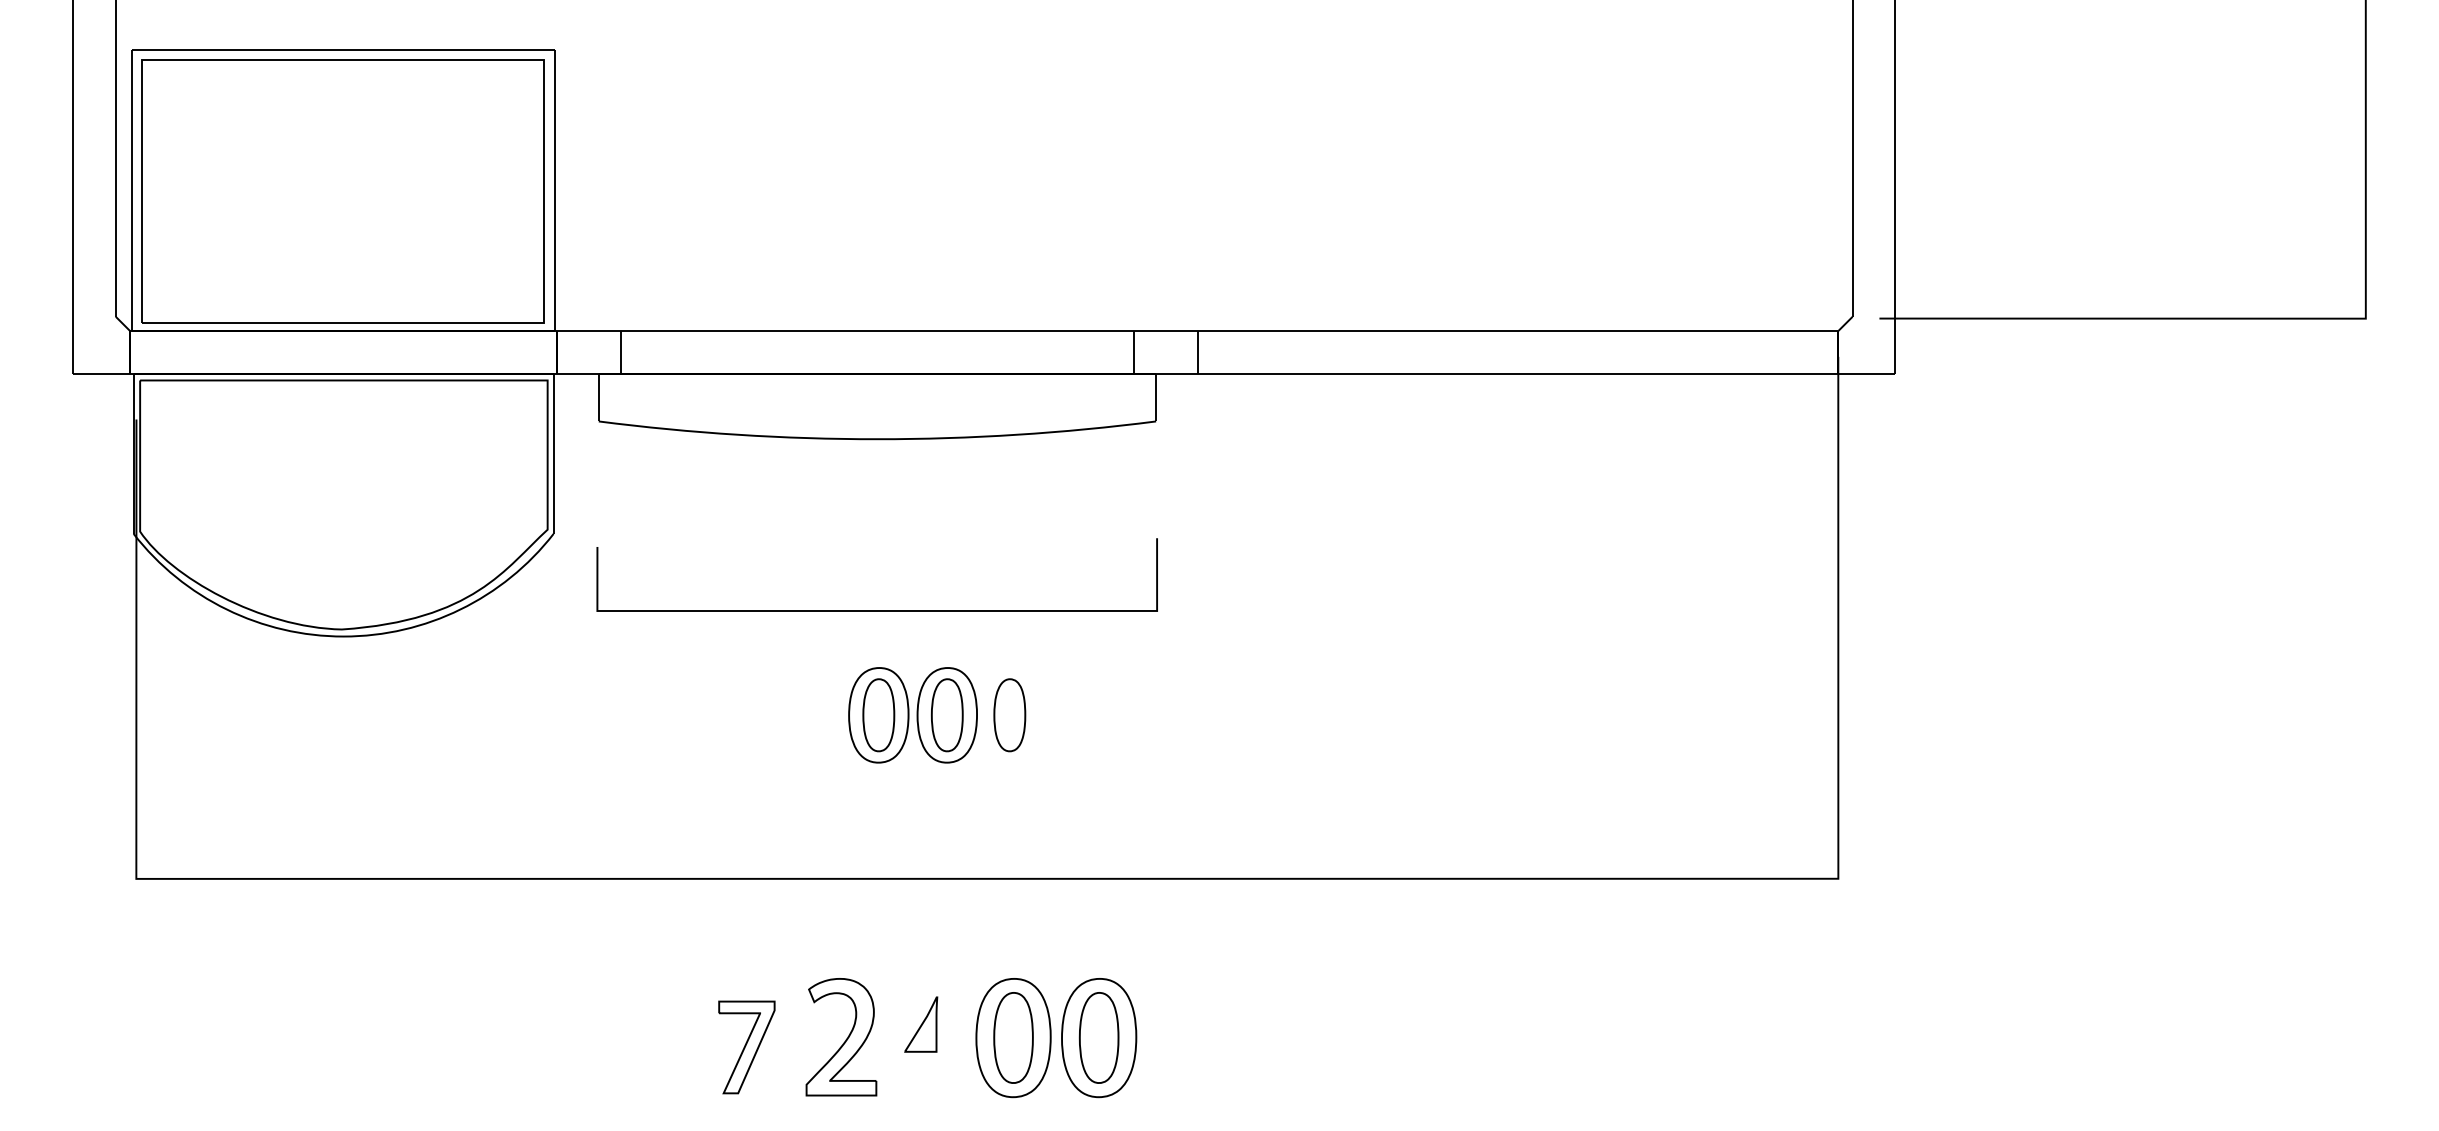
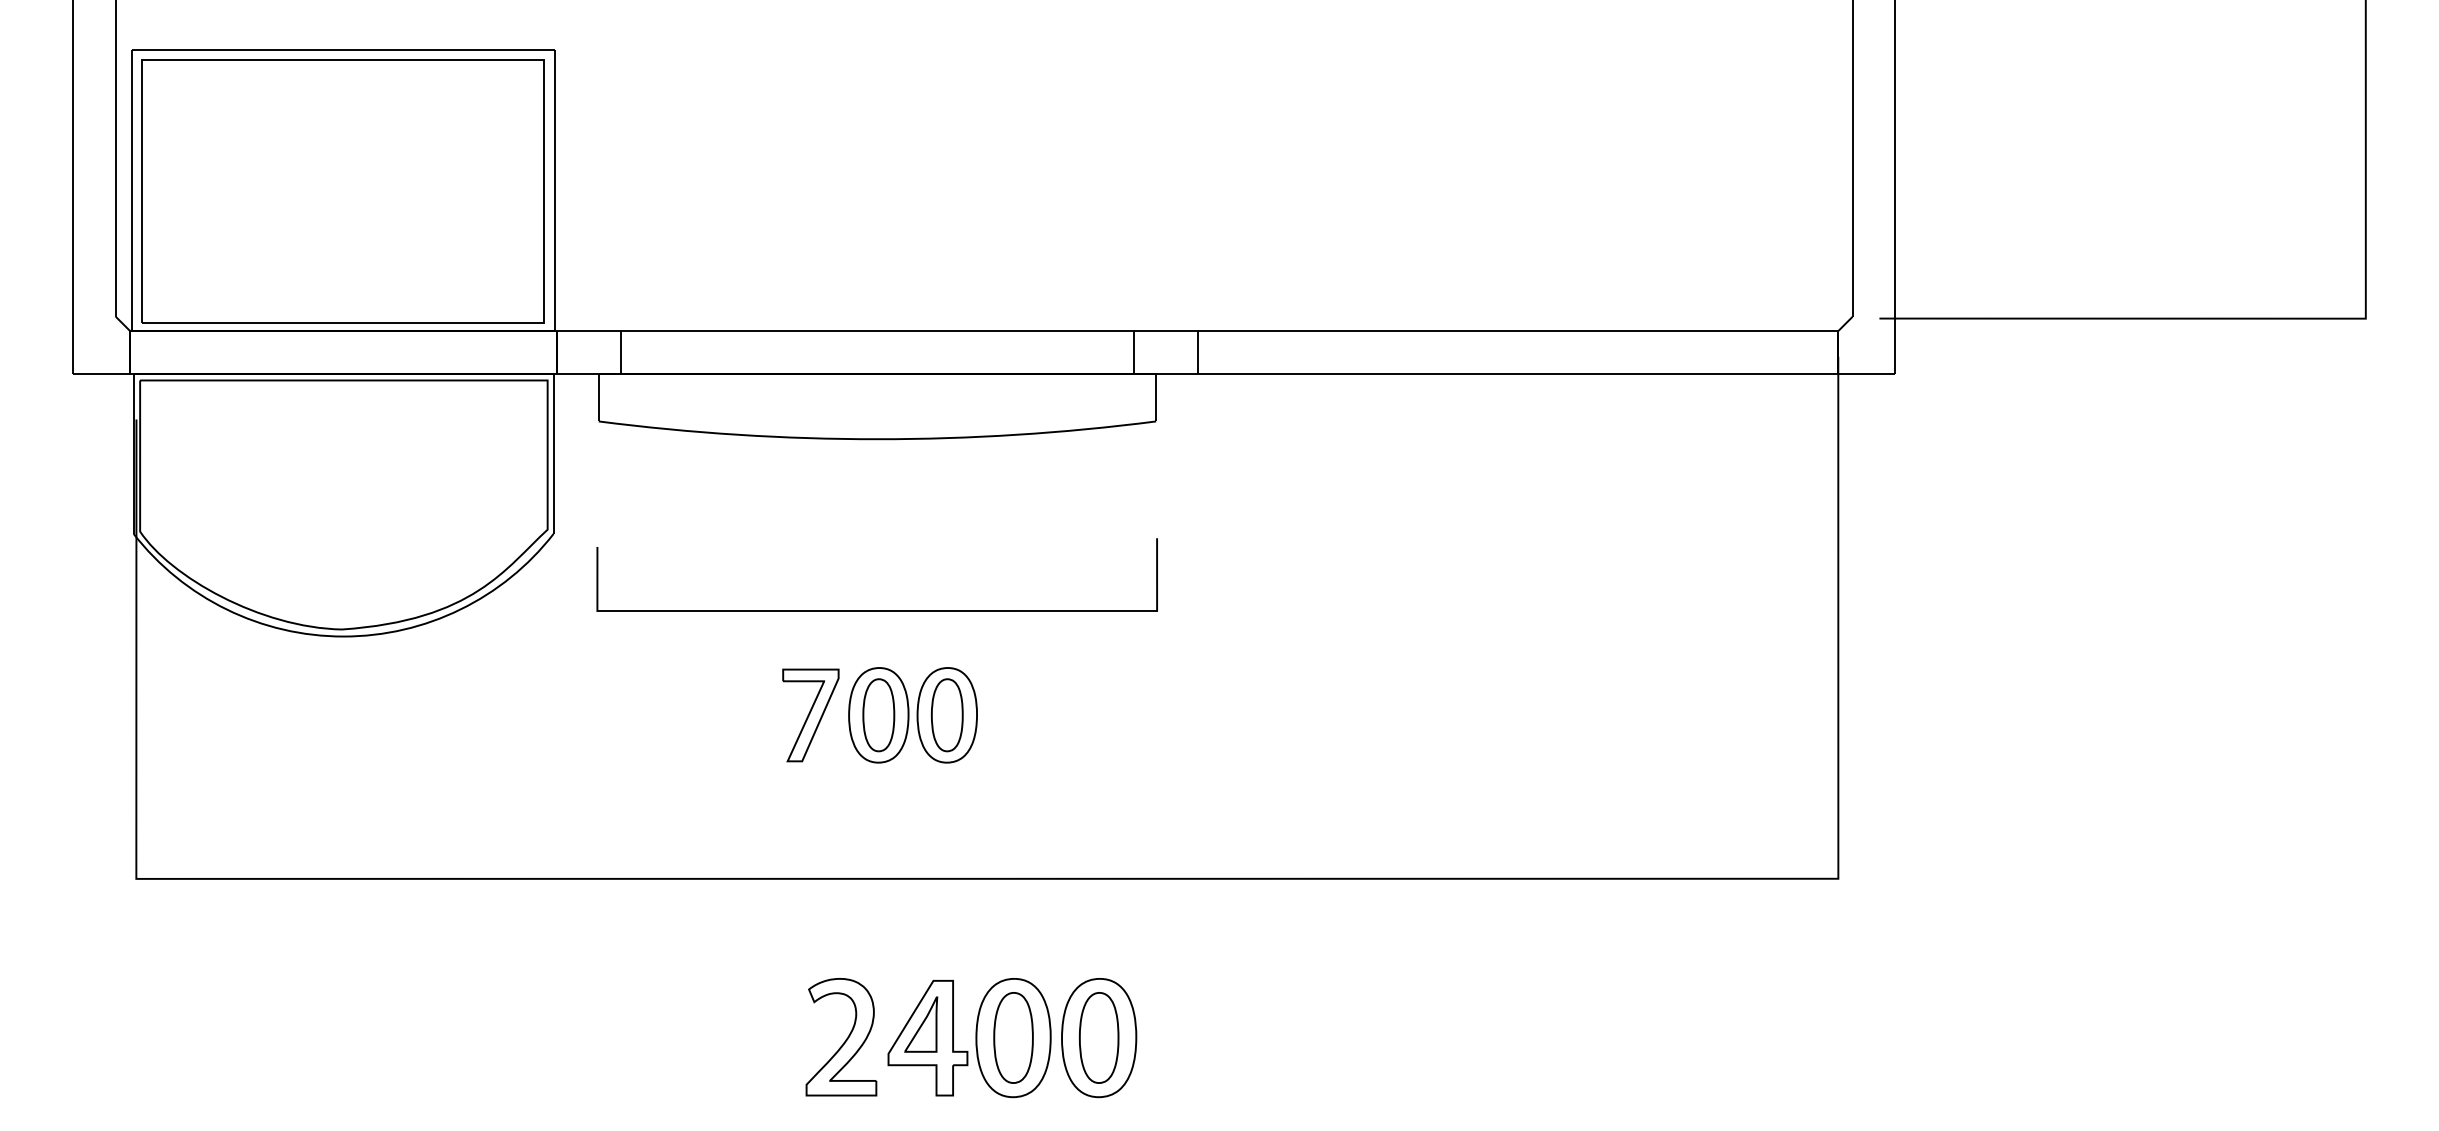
part at (1009, 715): present -> none
part at (927, 1038): none -> present
part at (746, 1047) position: (746, 1047) -> (810, 715)
